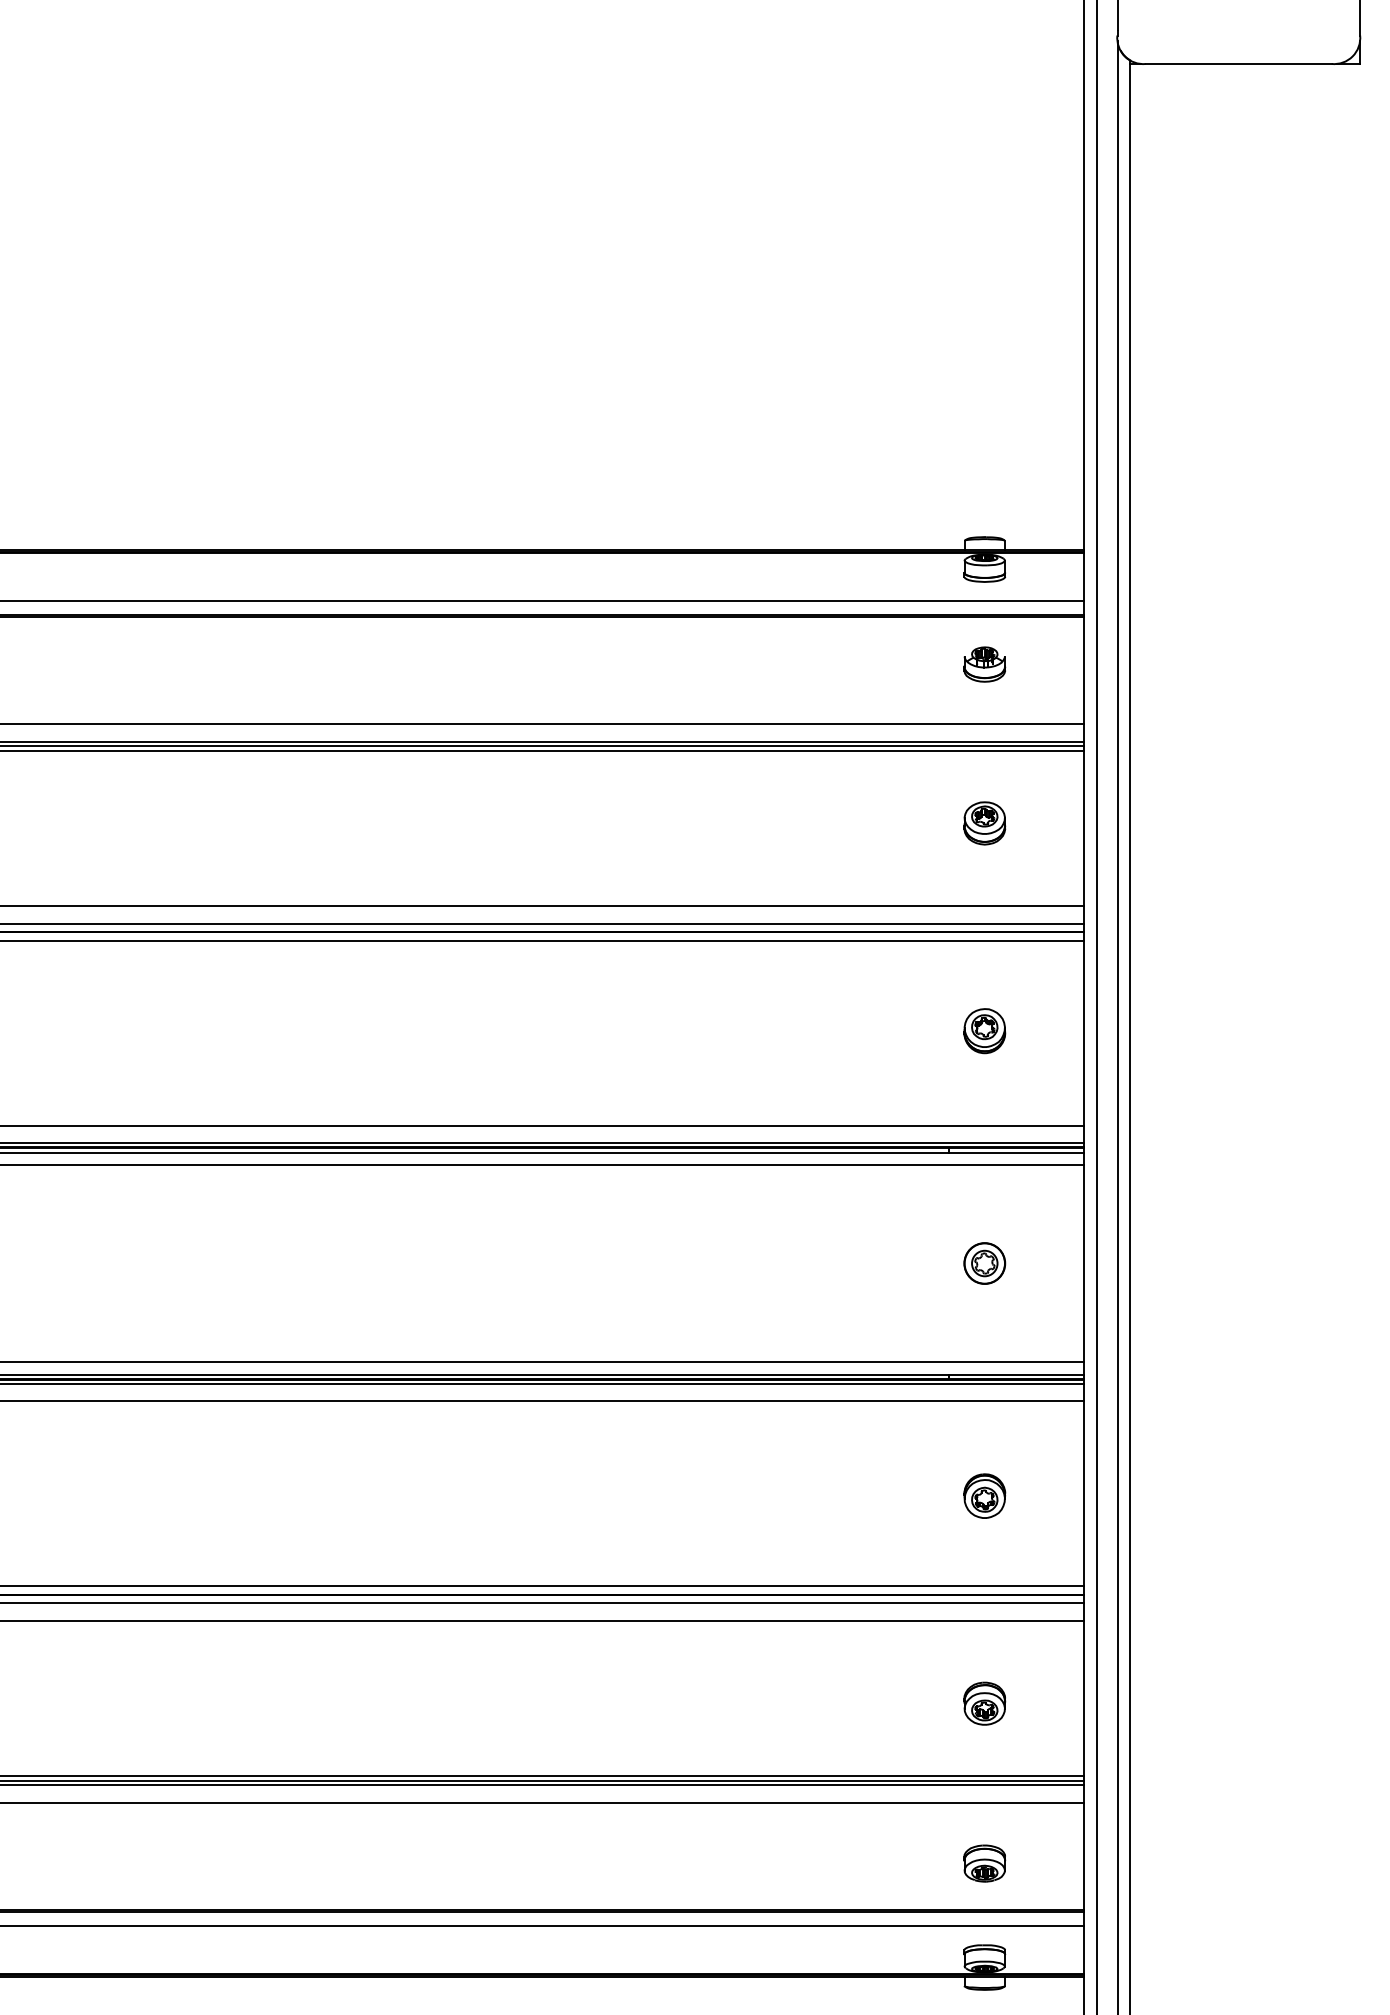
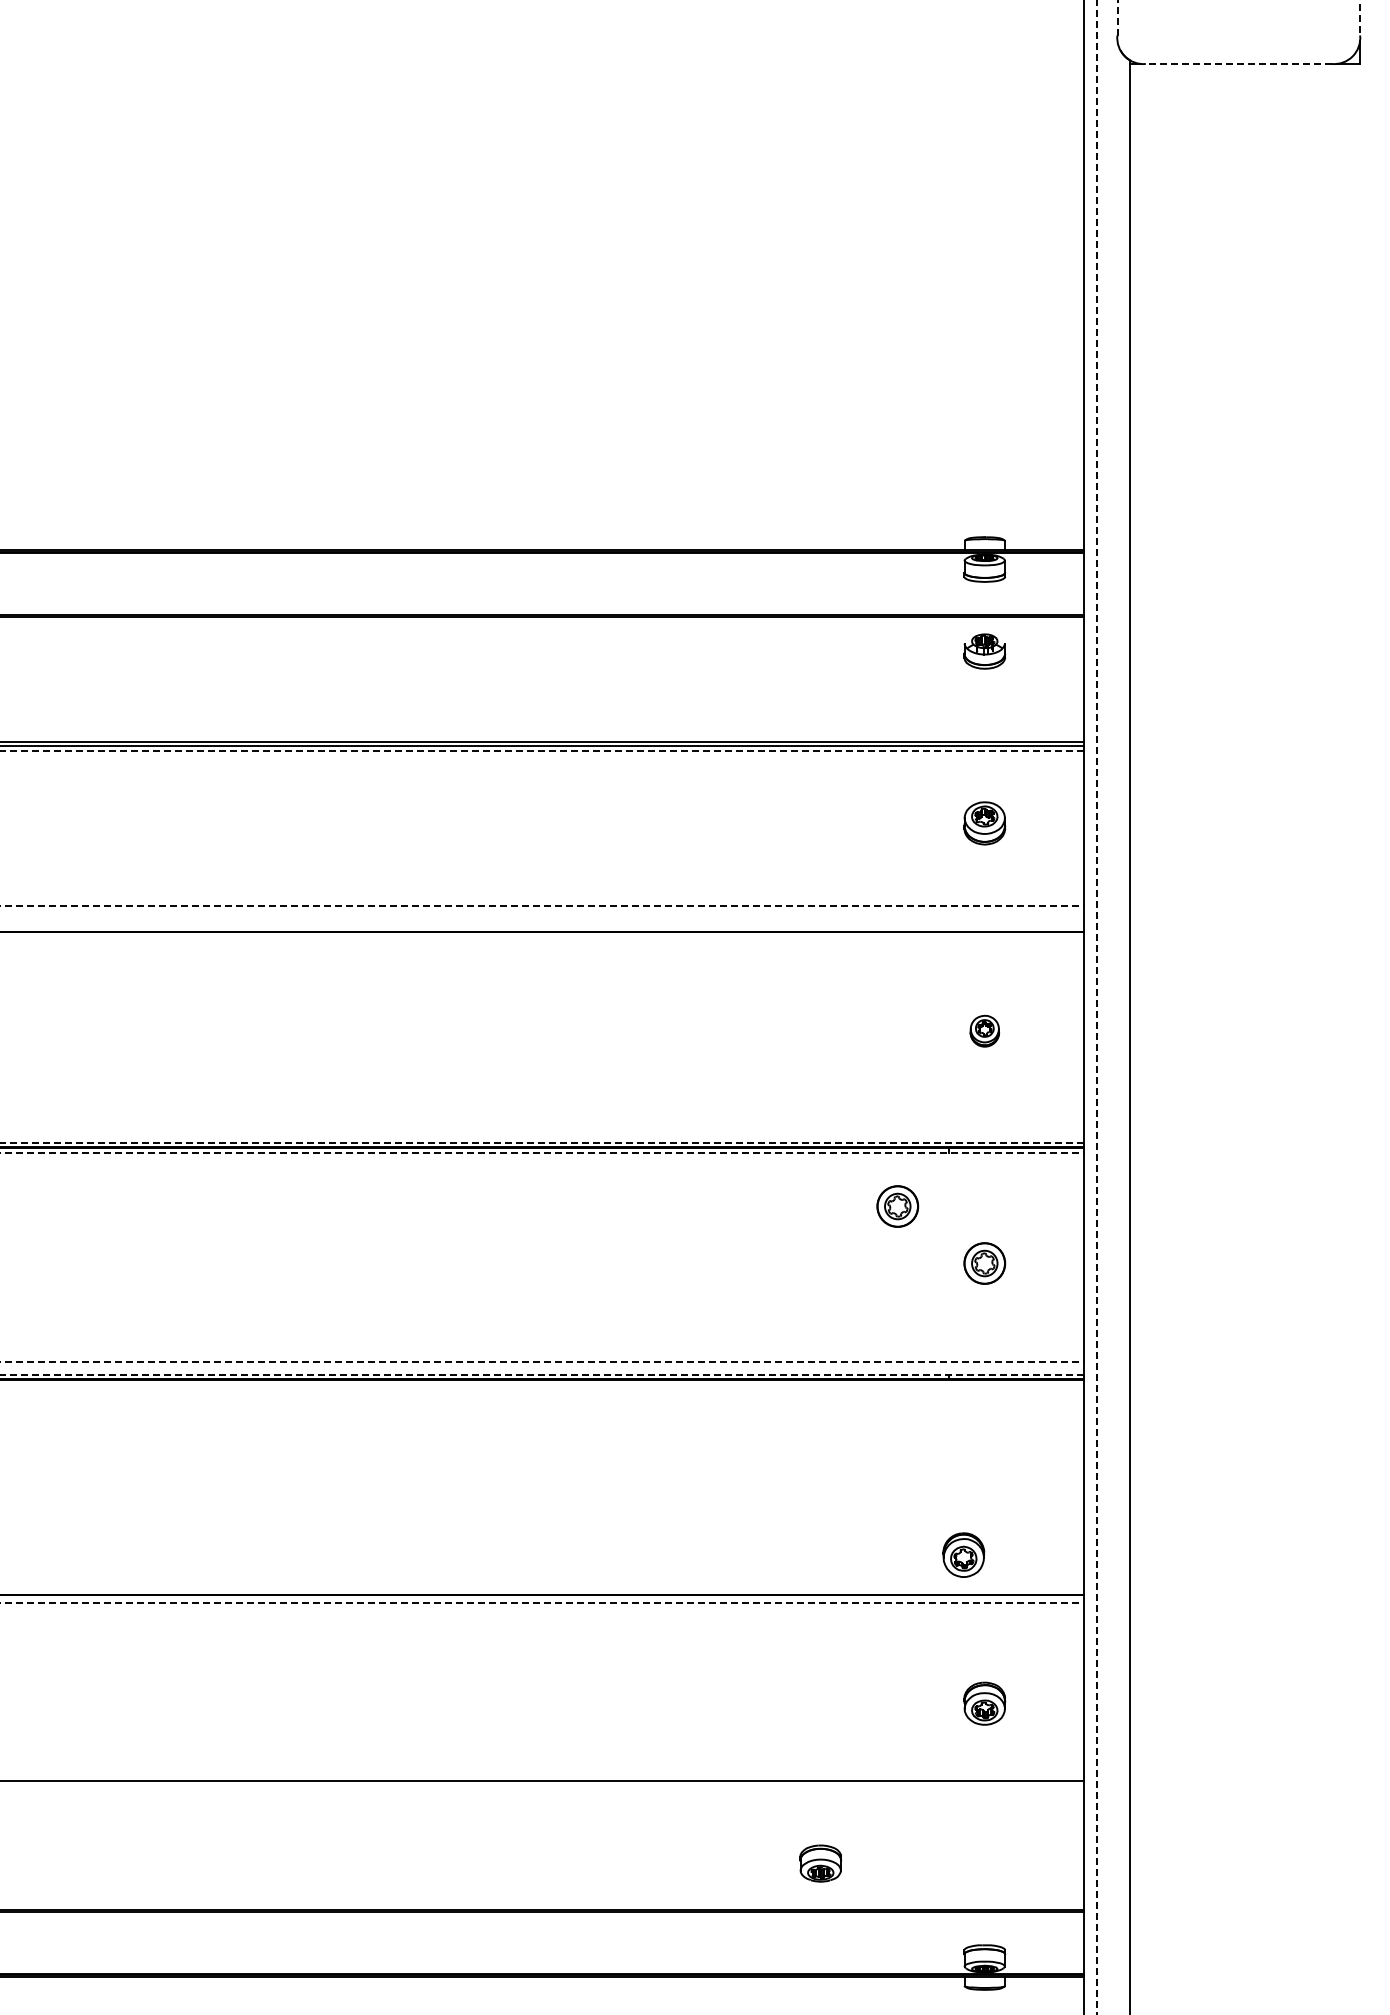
line at (1117, 17): solid -> dashed
line at (1360, 18): solid -> dashed
line at (1238, 63): solid -> dashed
line at (543, 600): present -> none
part at (984, 664) position: (984, 664) -> (984, 651)
line at (543, 724): present -> none
line at (542, 750): solid -> dashed
line at (542, 905): solid -> dashed
line at (543, 924): present -> none
line at (543, 940): present -> none
line at (1097, 1007): solid -> dashed
line at (1117, 1025): present -> none
part at (984, 1031) size: 44x47 px -> 31x34 px
line at (543, 1126): present -> none
line at (542, 1142): solid -> dashed
line at (542, 1152): solid -> dashed
line at (543, 1165): present -> none
part at (897, 1206): none -> present
line at (542, 1361): solid -> dashed
line at (542, 1374): solid -> dashed
line at (543, 1384): present -> none
line at (543, 1400): present -> none
part at (984, 1495) position: (984, 1495) -> (963, 1554)
line at (543, 1586): present -> none
line at (542, 1603): solid -> dashed
line at (543, 1621): present -> none
line at (543, 1776): present -> none
line at (543, 1785): present -> none
line at (543, 1802): present -> none
part at (984, 1863) position: (984, 1863) -> (820, 1863)
line at (543, 1926): present -> none
